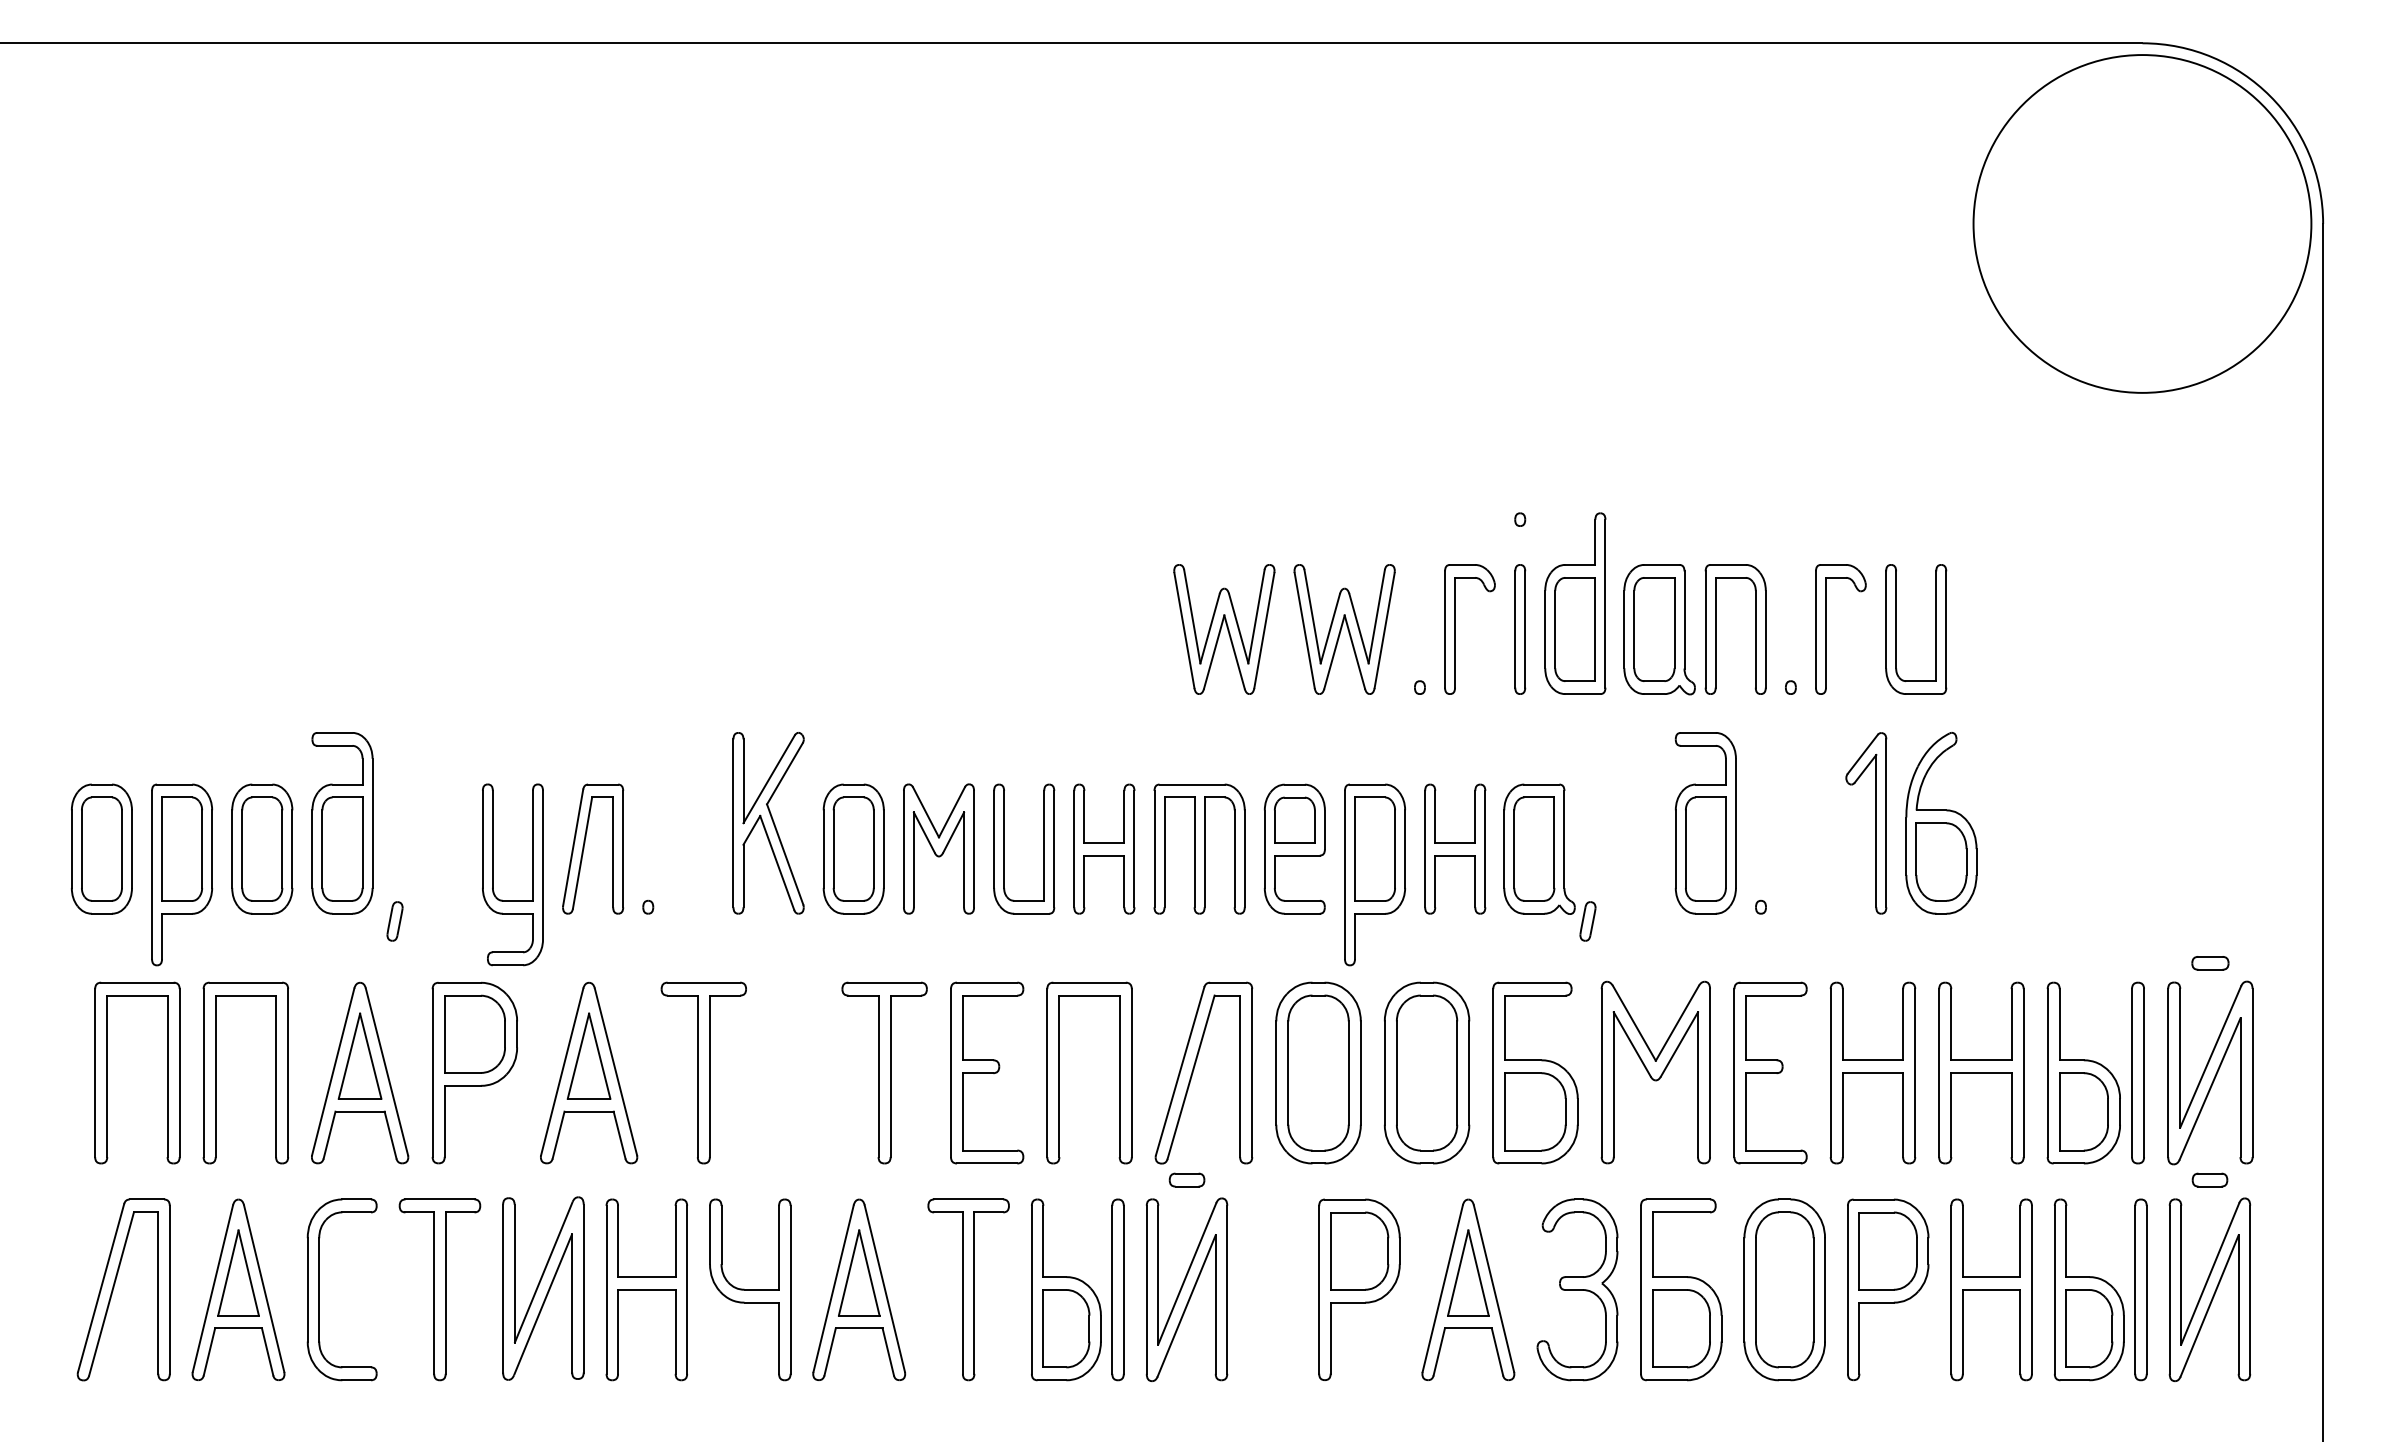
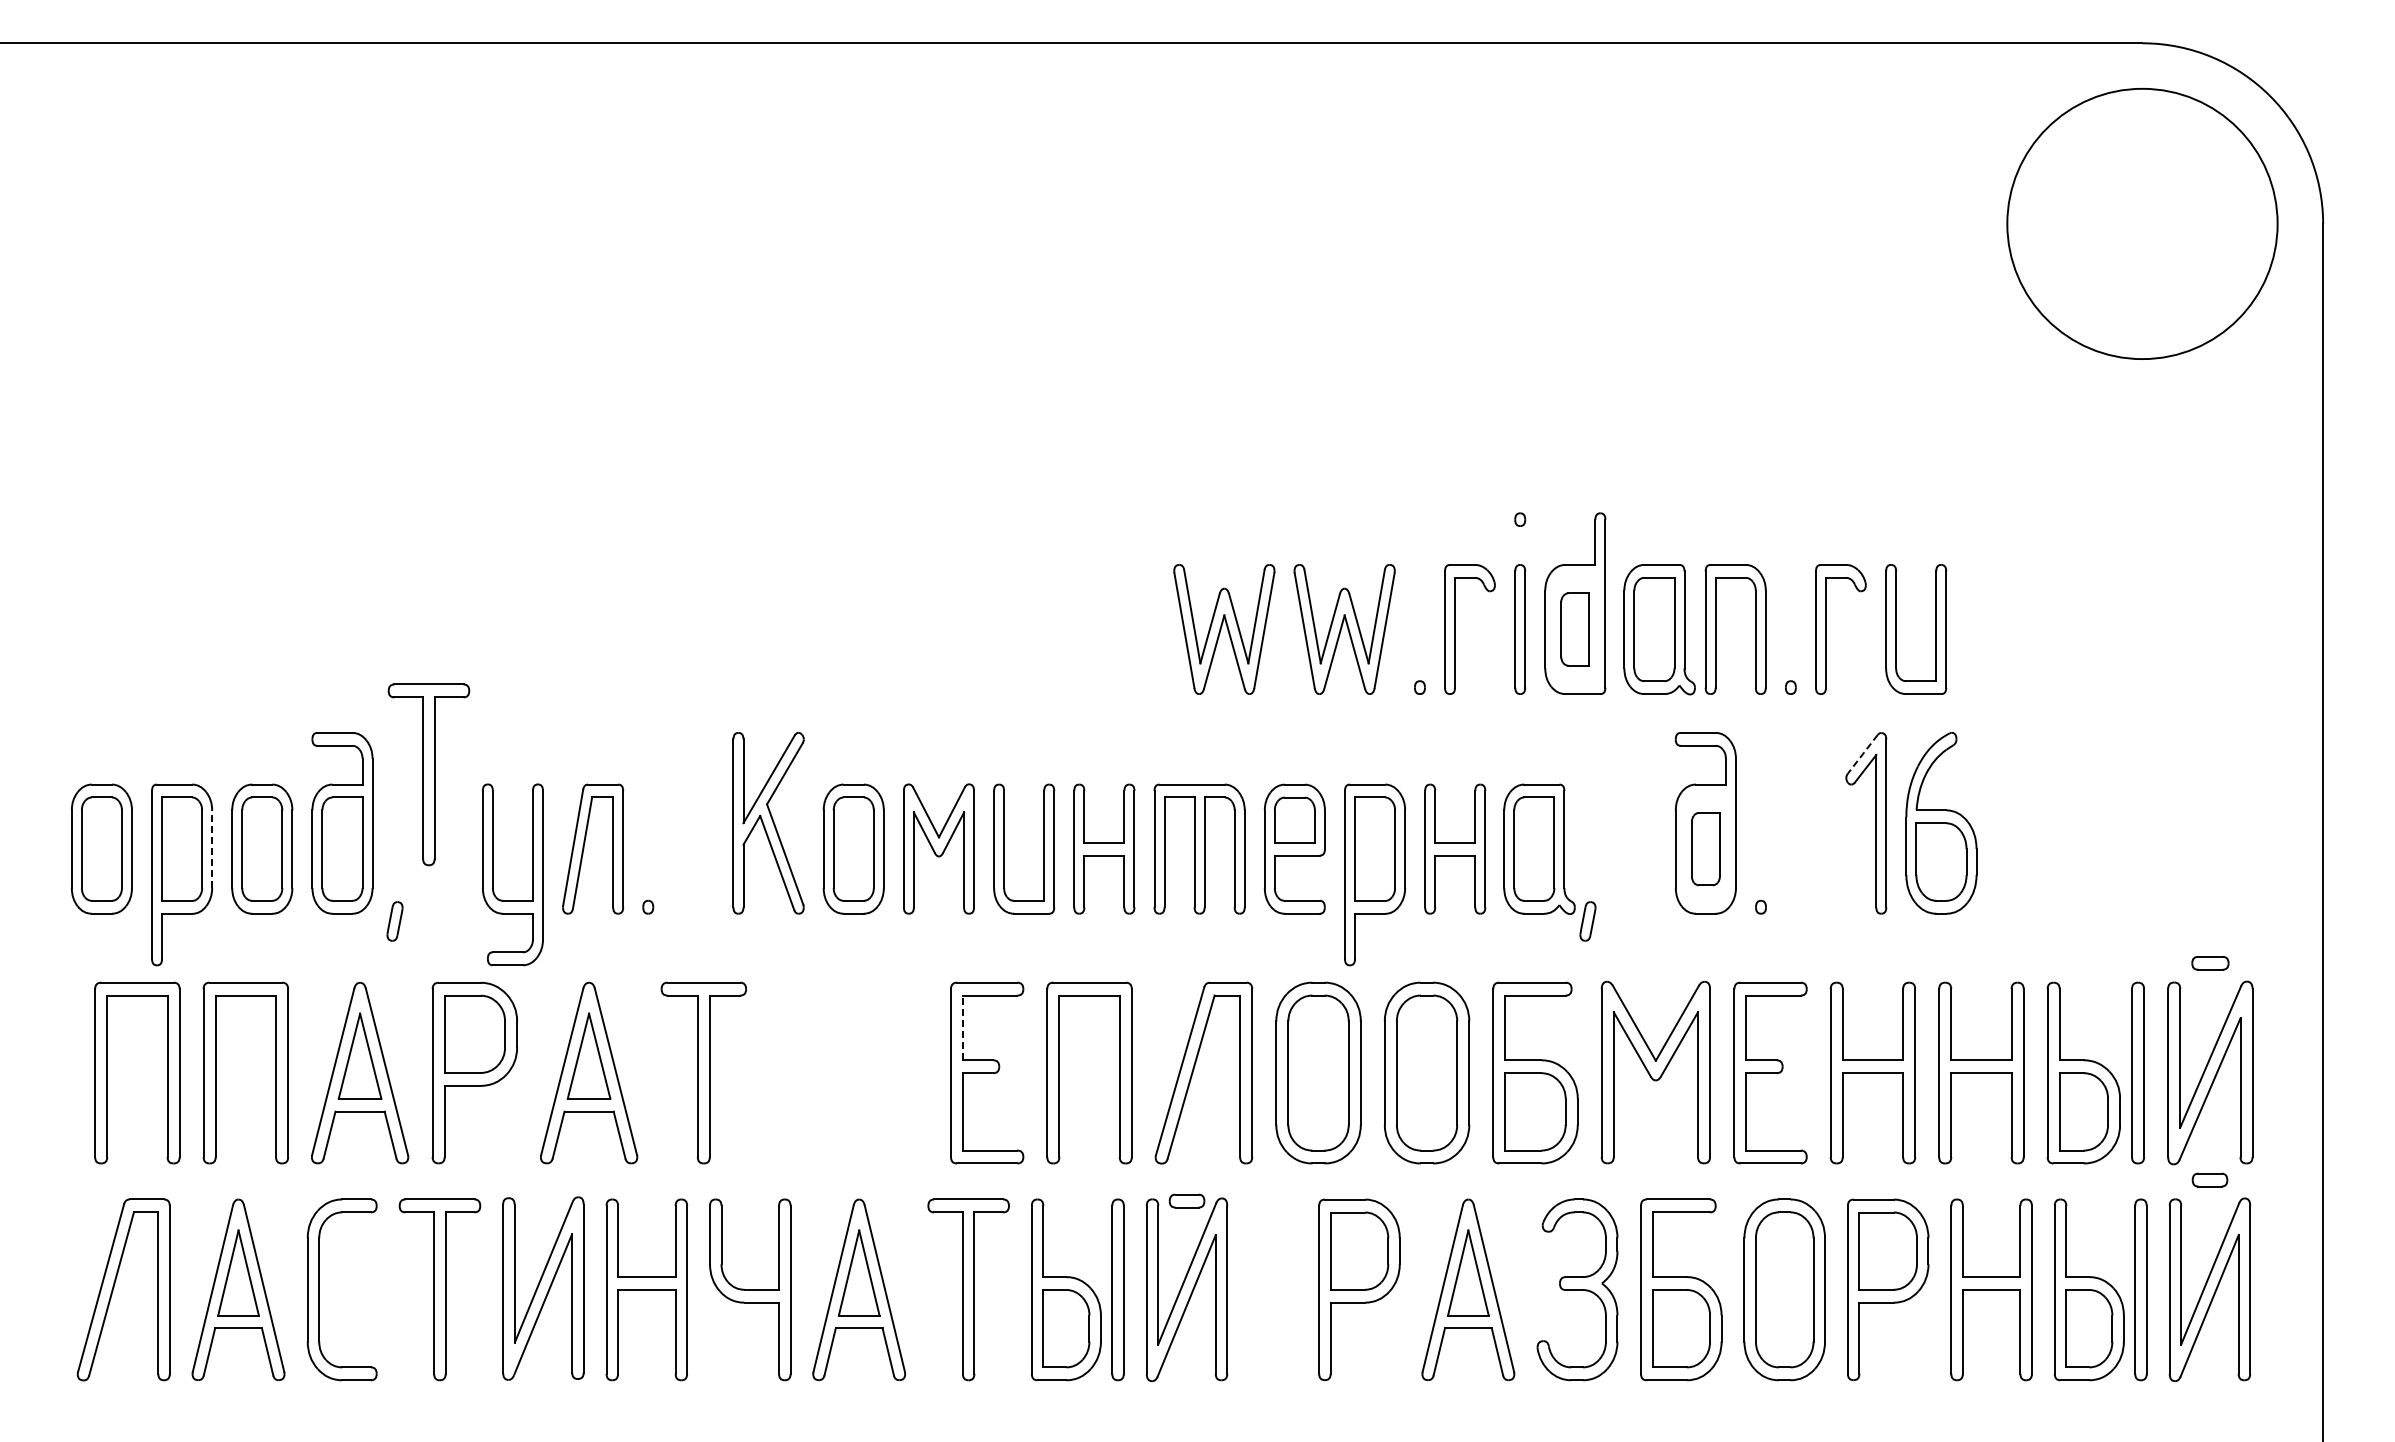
circle at (2142, 223) diameter: 338 px -> 270 px
part at (1574, 629) size: 42x105 px -> 30x75 px
line at (1862, 754): solid -> dashed
part at (428, 774): none -> present
part at (1705, 848) size: 42x106 px -> 30x75 px
line at (212, 849): solid -> dashed
line at (963, 1027): solid -> dashed
part at (884, 1072): present -> none
part at (1186, 1179) position: (1186, 1179) -> (1186, 1200)
